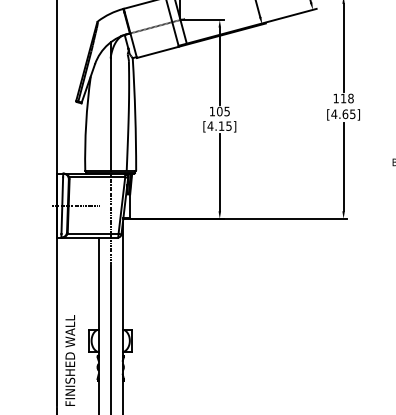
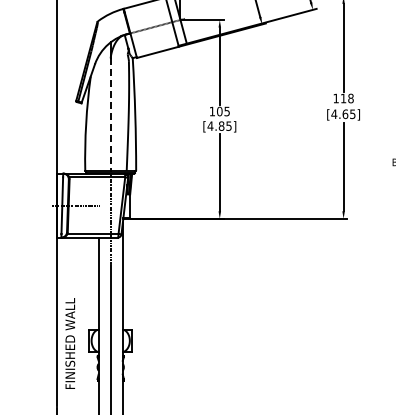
line at (110, 115): solid -> dashed
text at (221, 125): [4.15] -> [4.85]
text at (70, 360) position: (70, 360) -> (70, 343)
